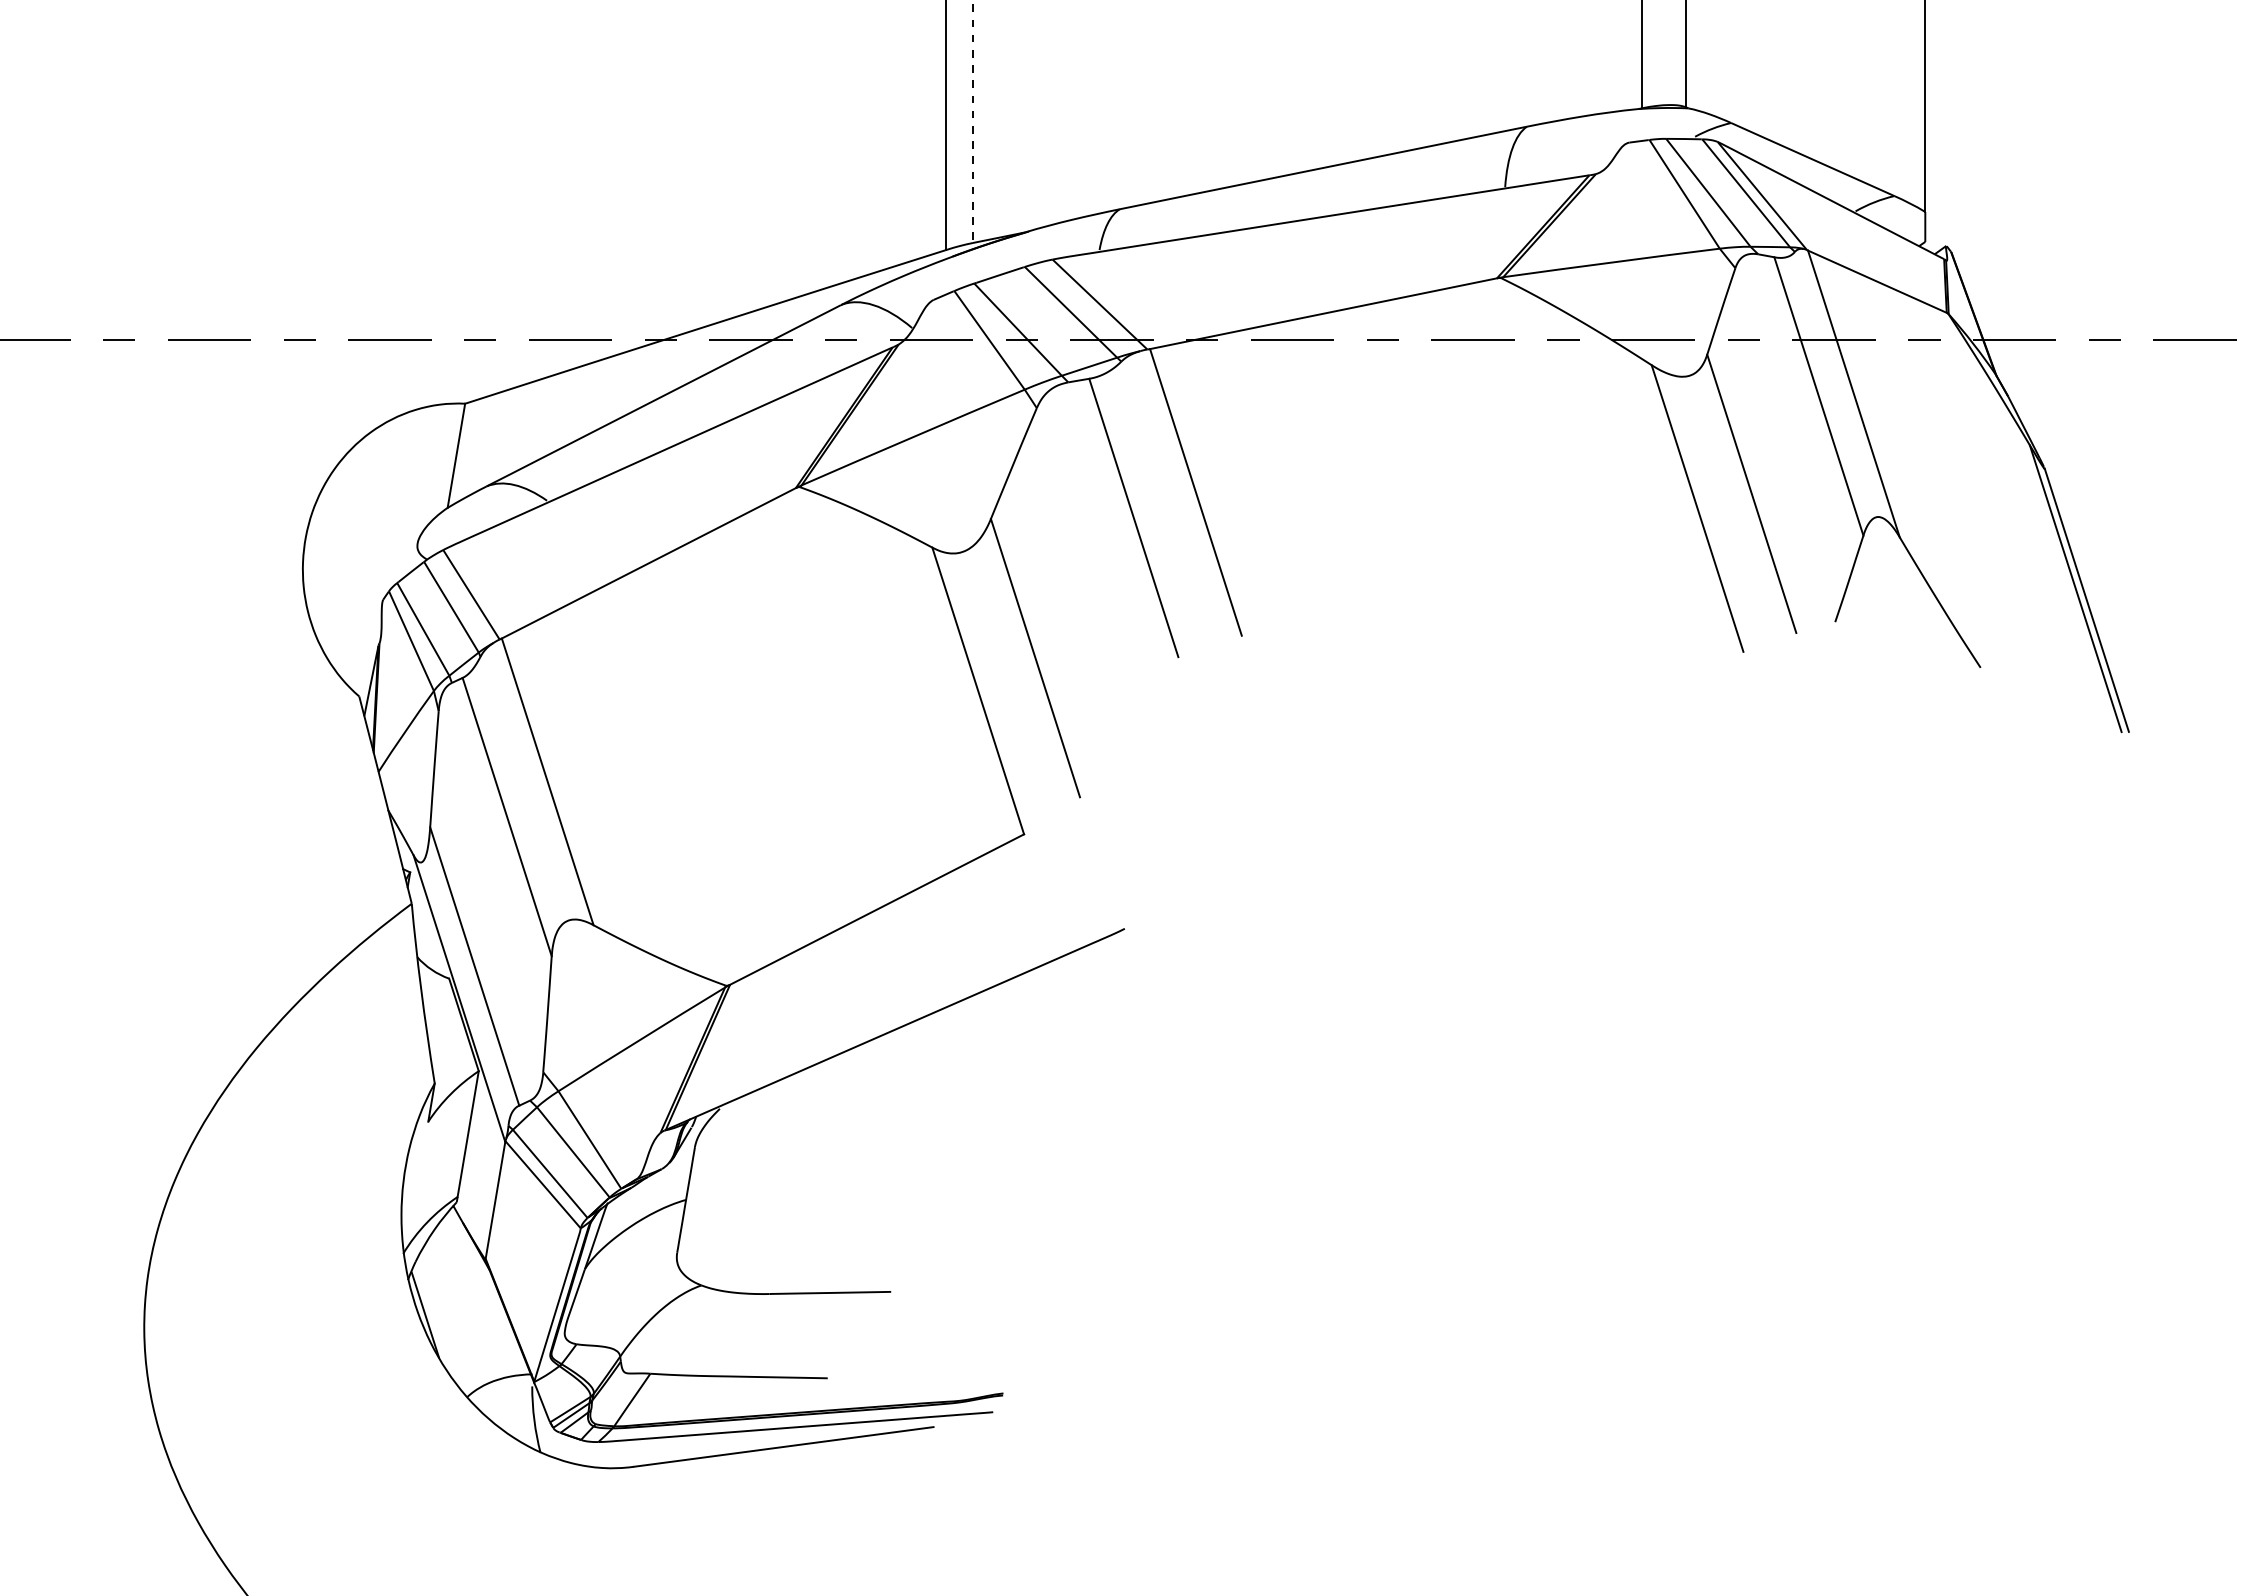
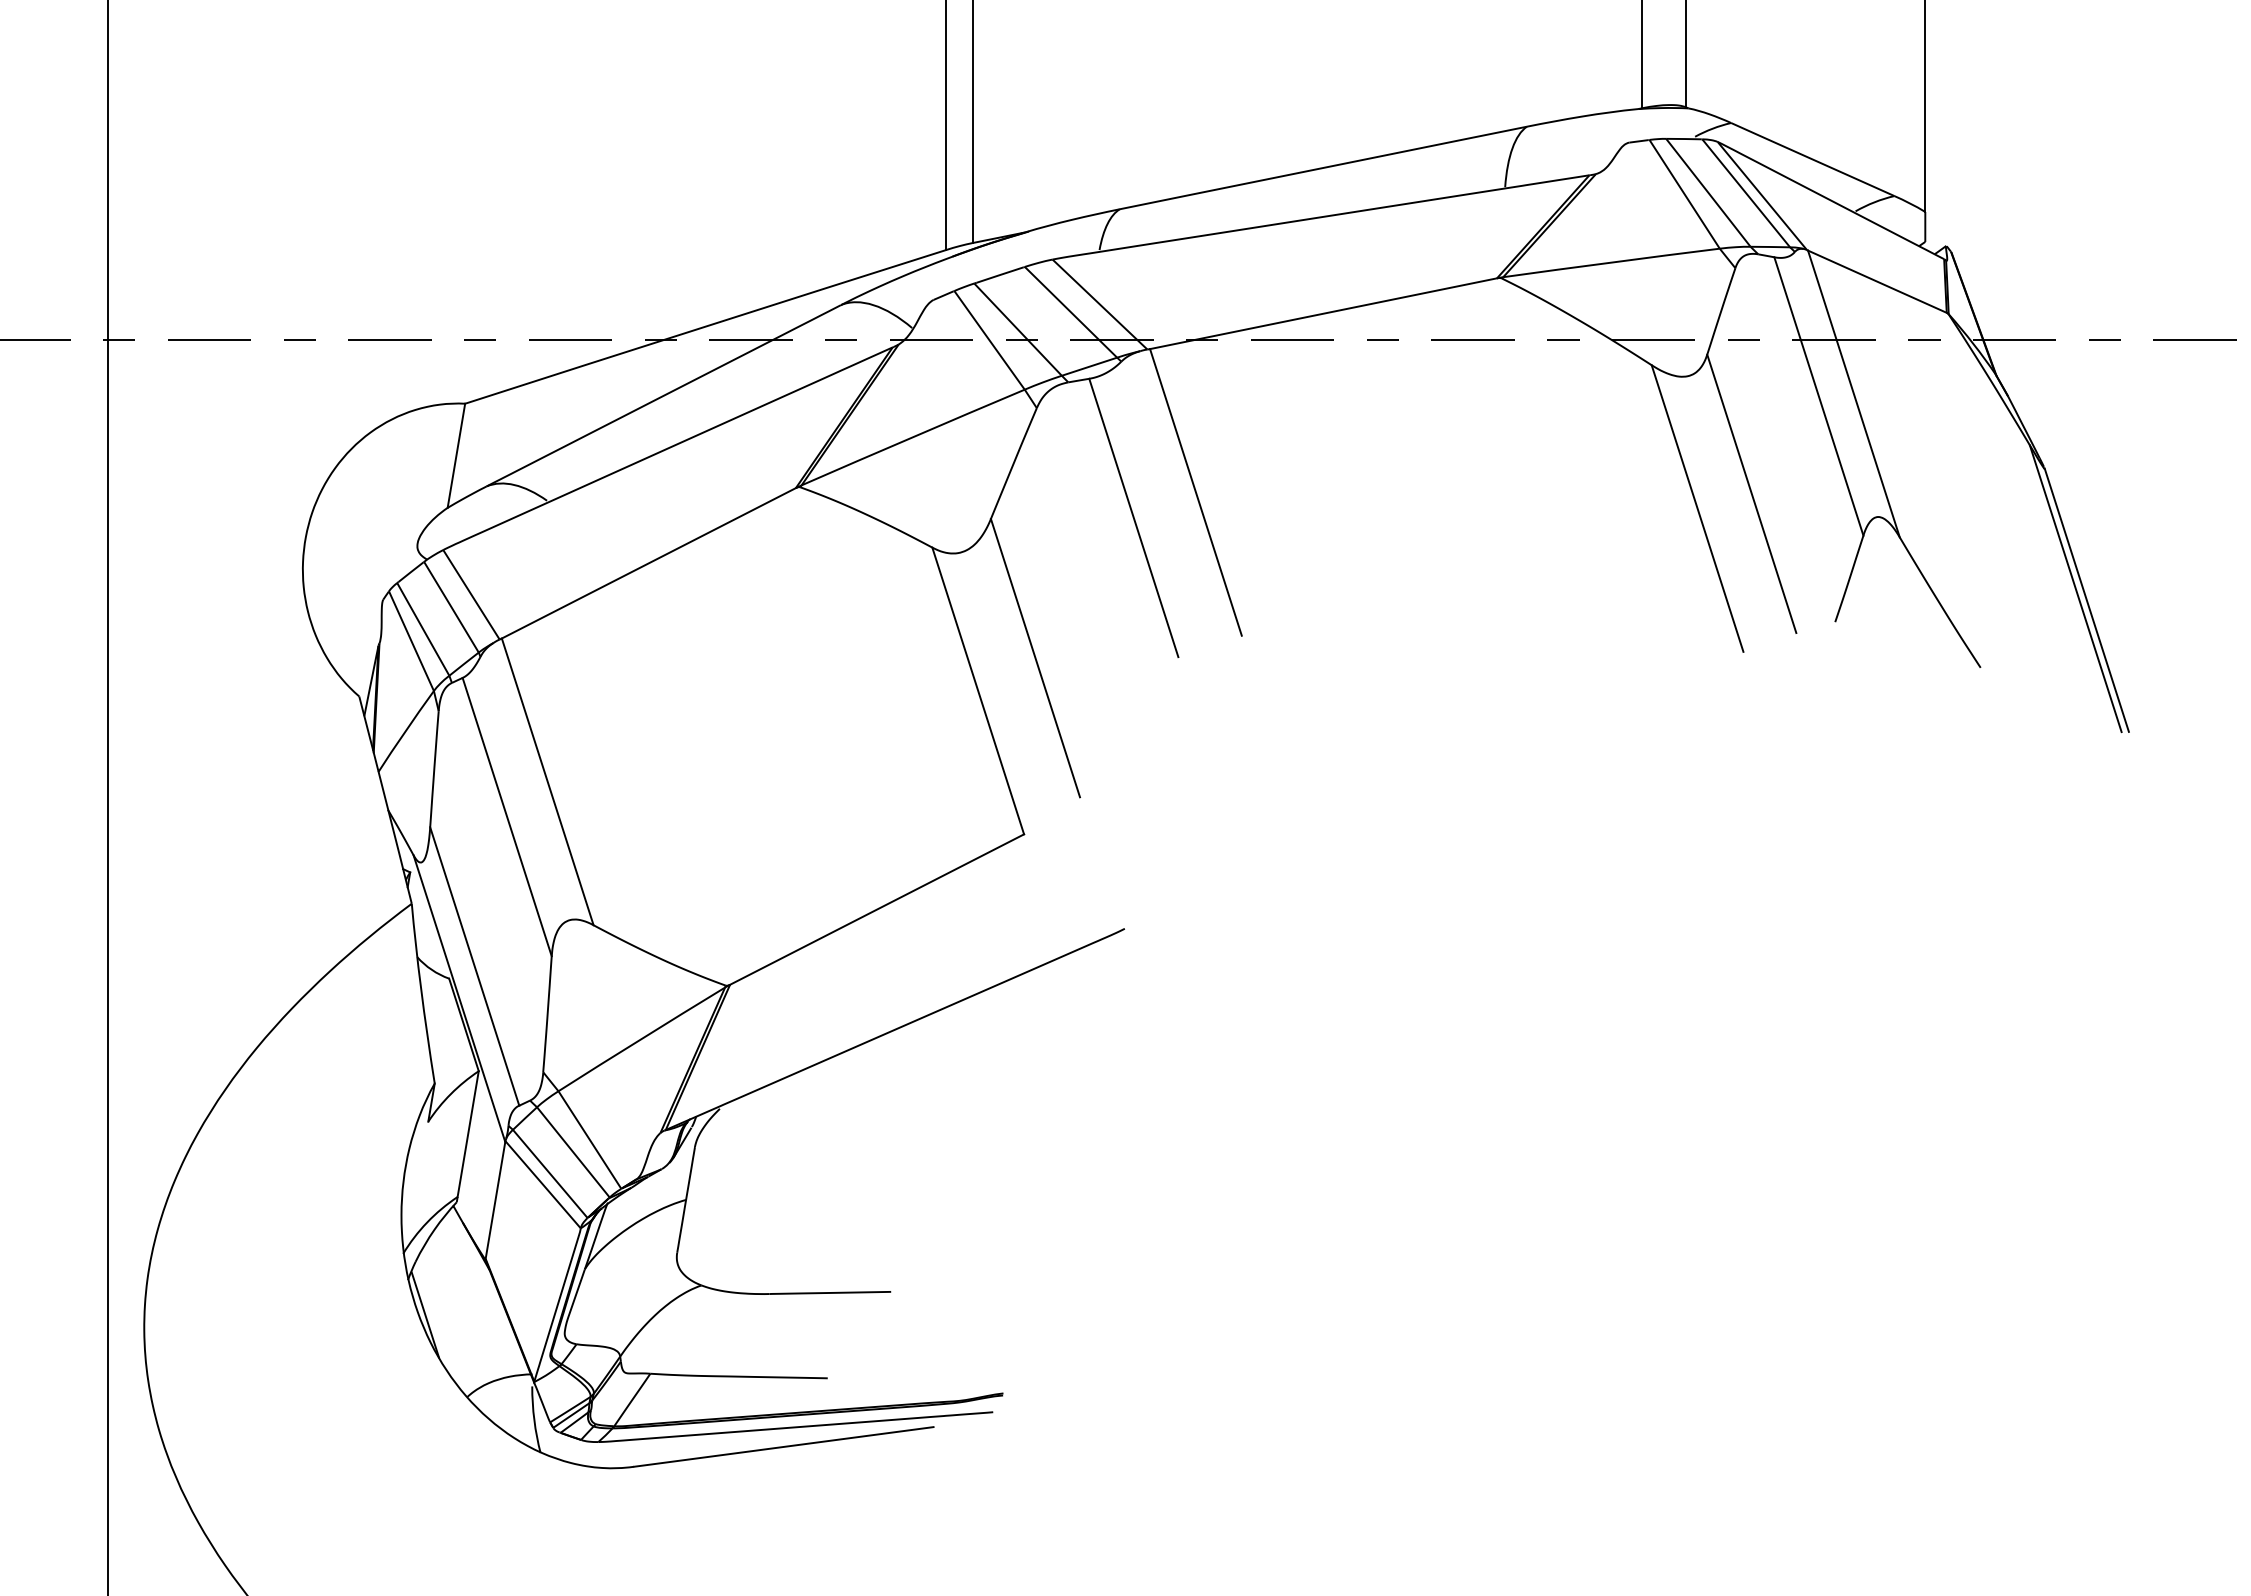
line at (972, 122): dashed -> solid
line at (107, 797): none -> present
